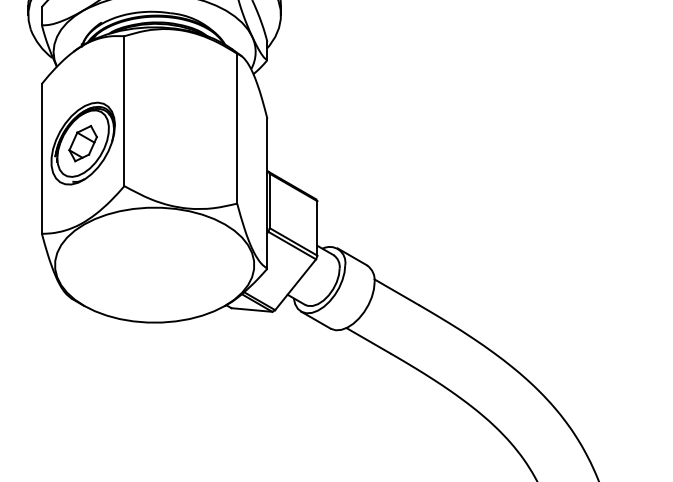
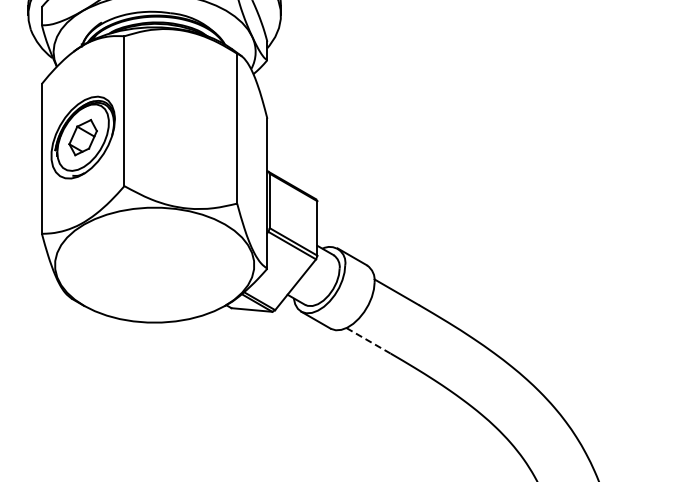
part at (82, 143) position: (82, 143) -> (82, 137)
line at (368, 340): solid -> dashed
